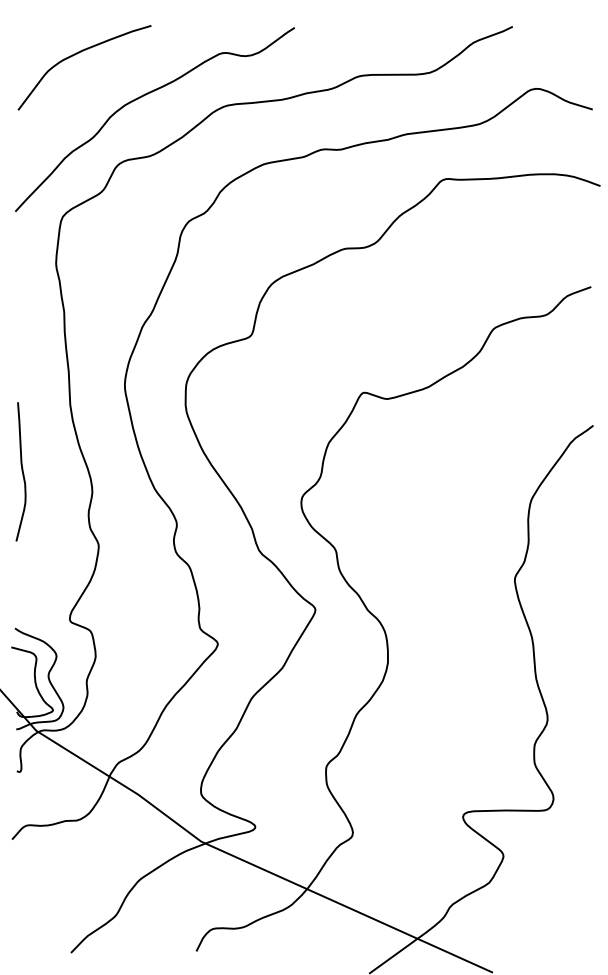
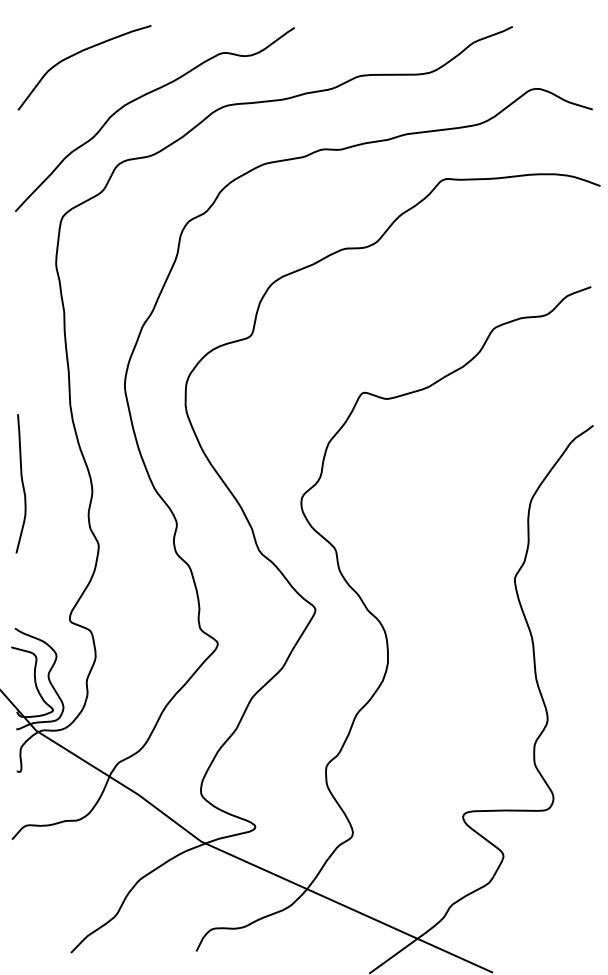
curve at (21, 471) position: (21, 471) -> (21, 483)
